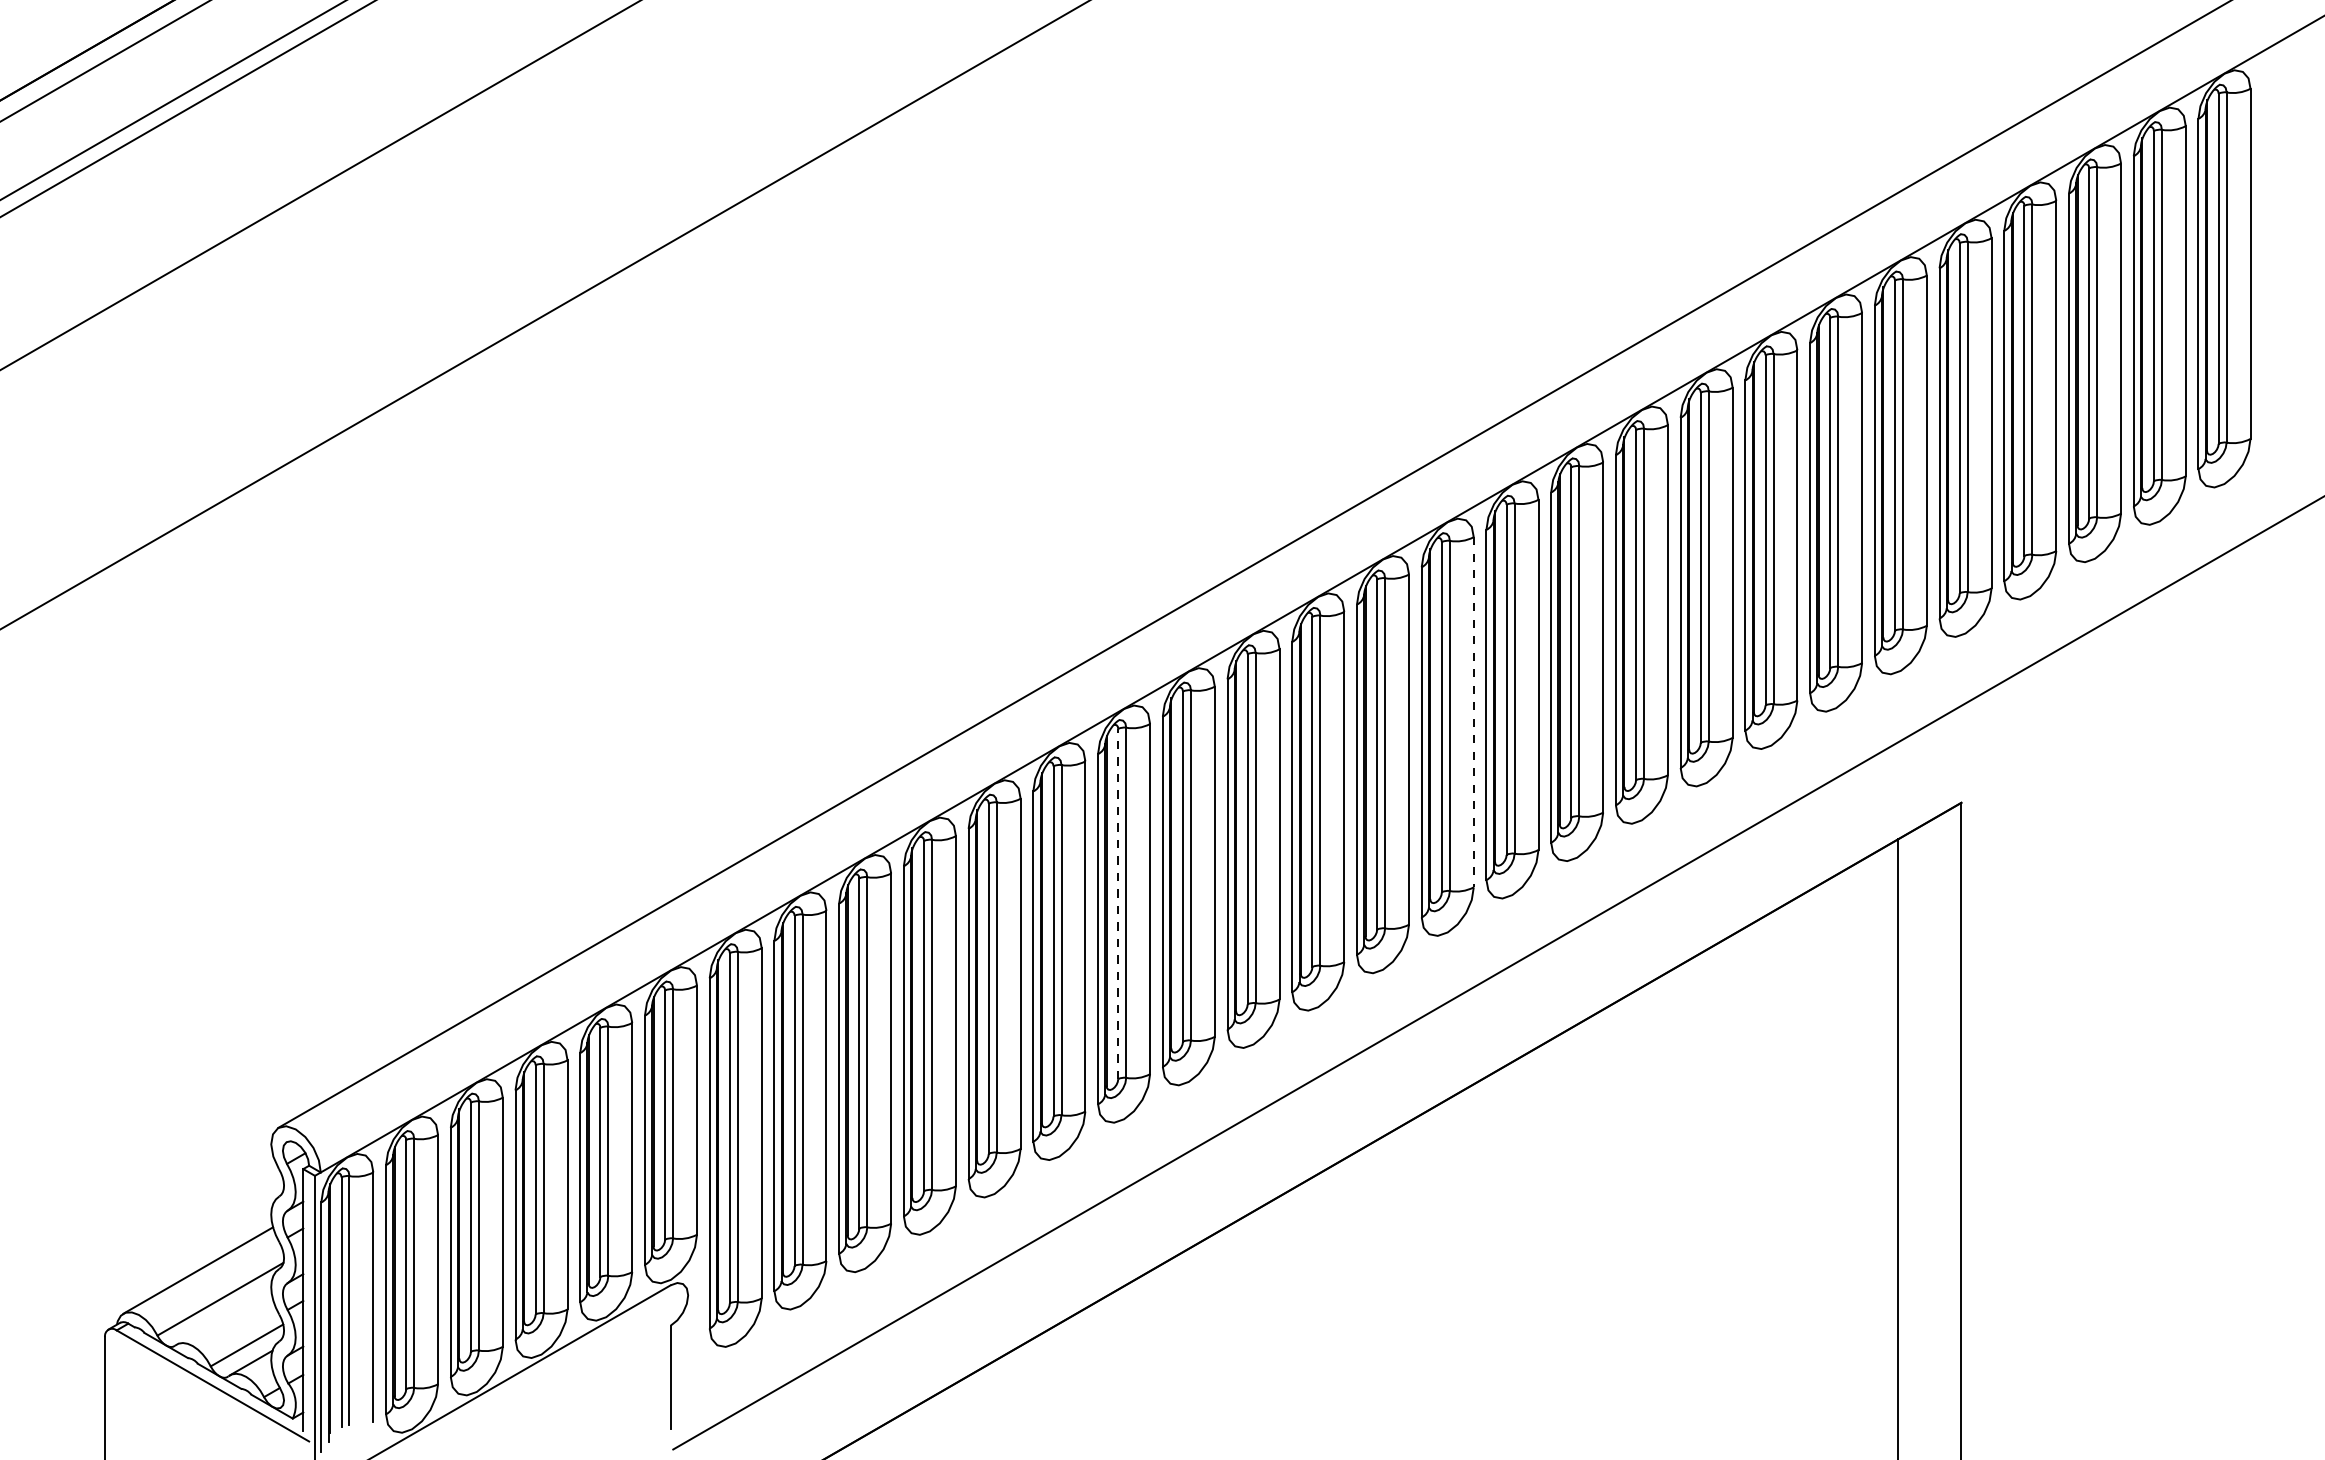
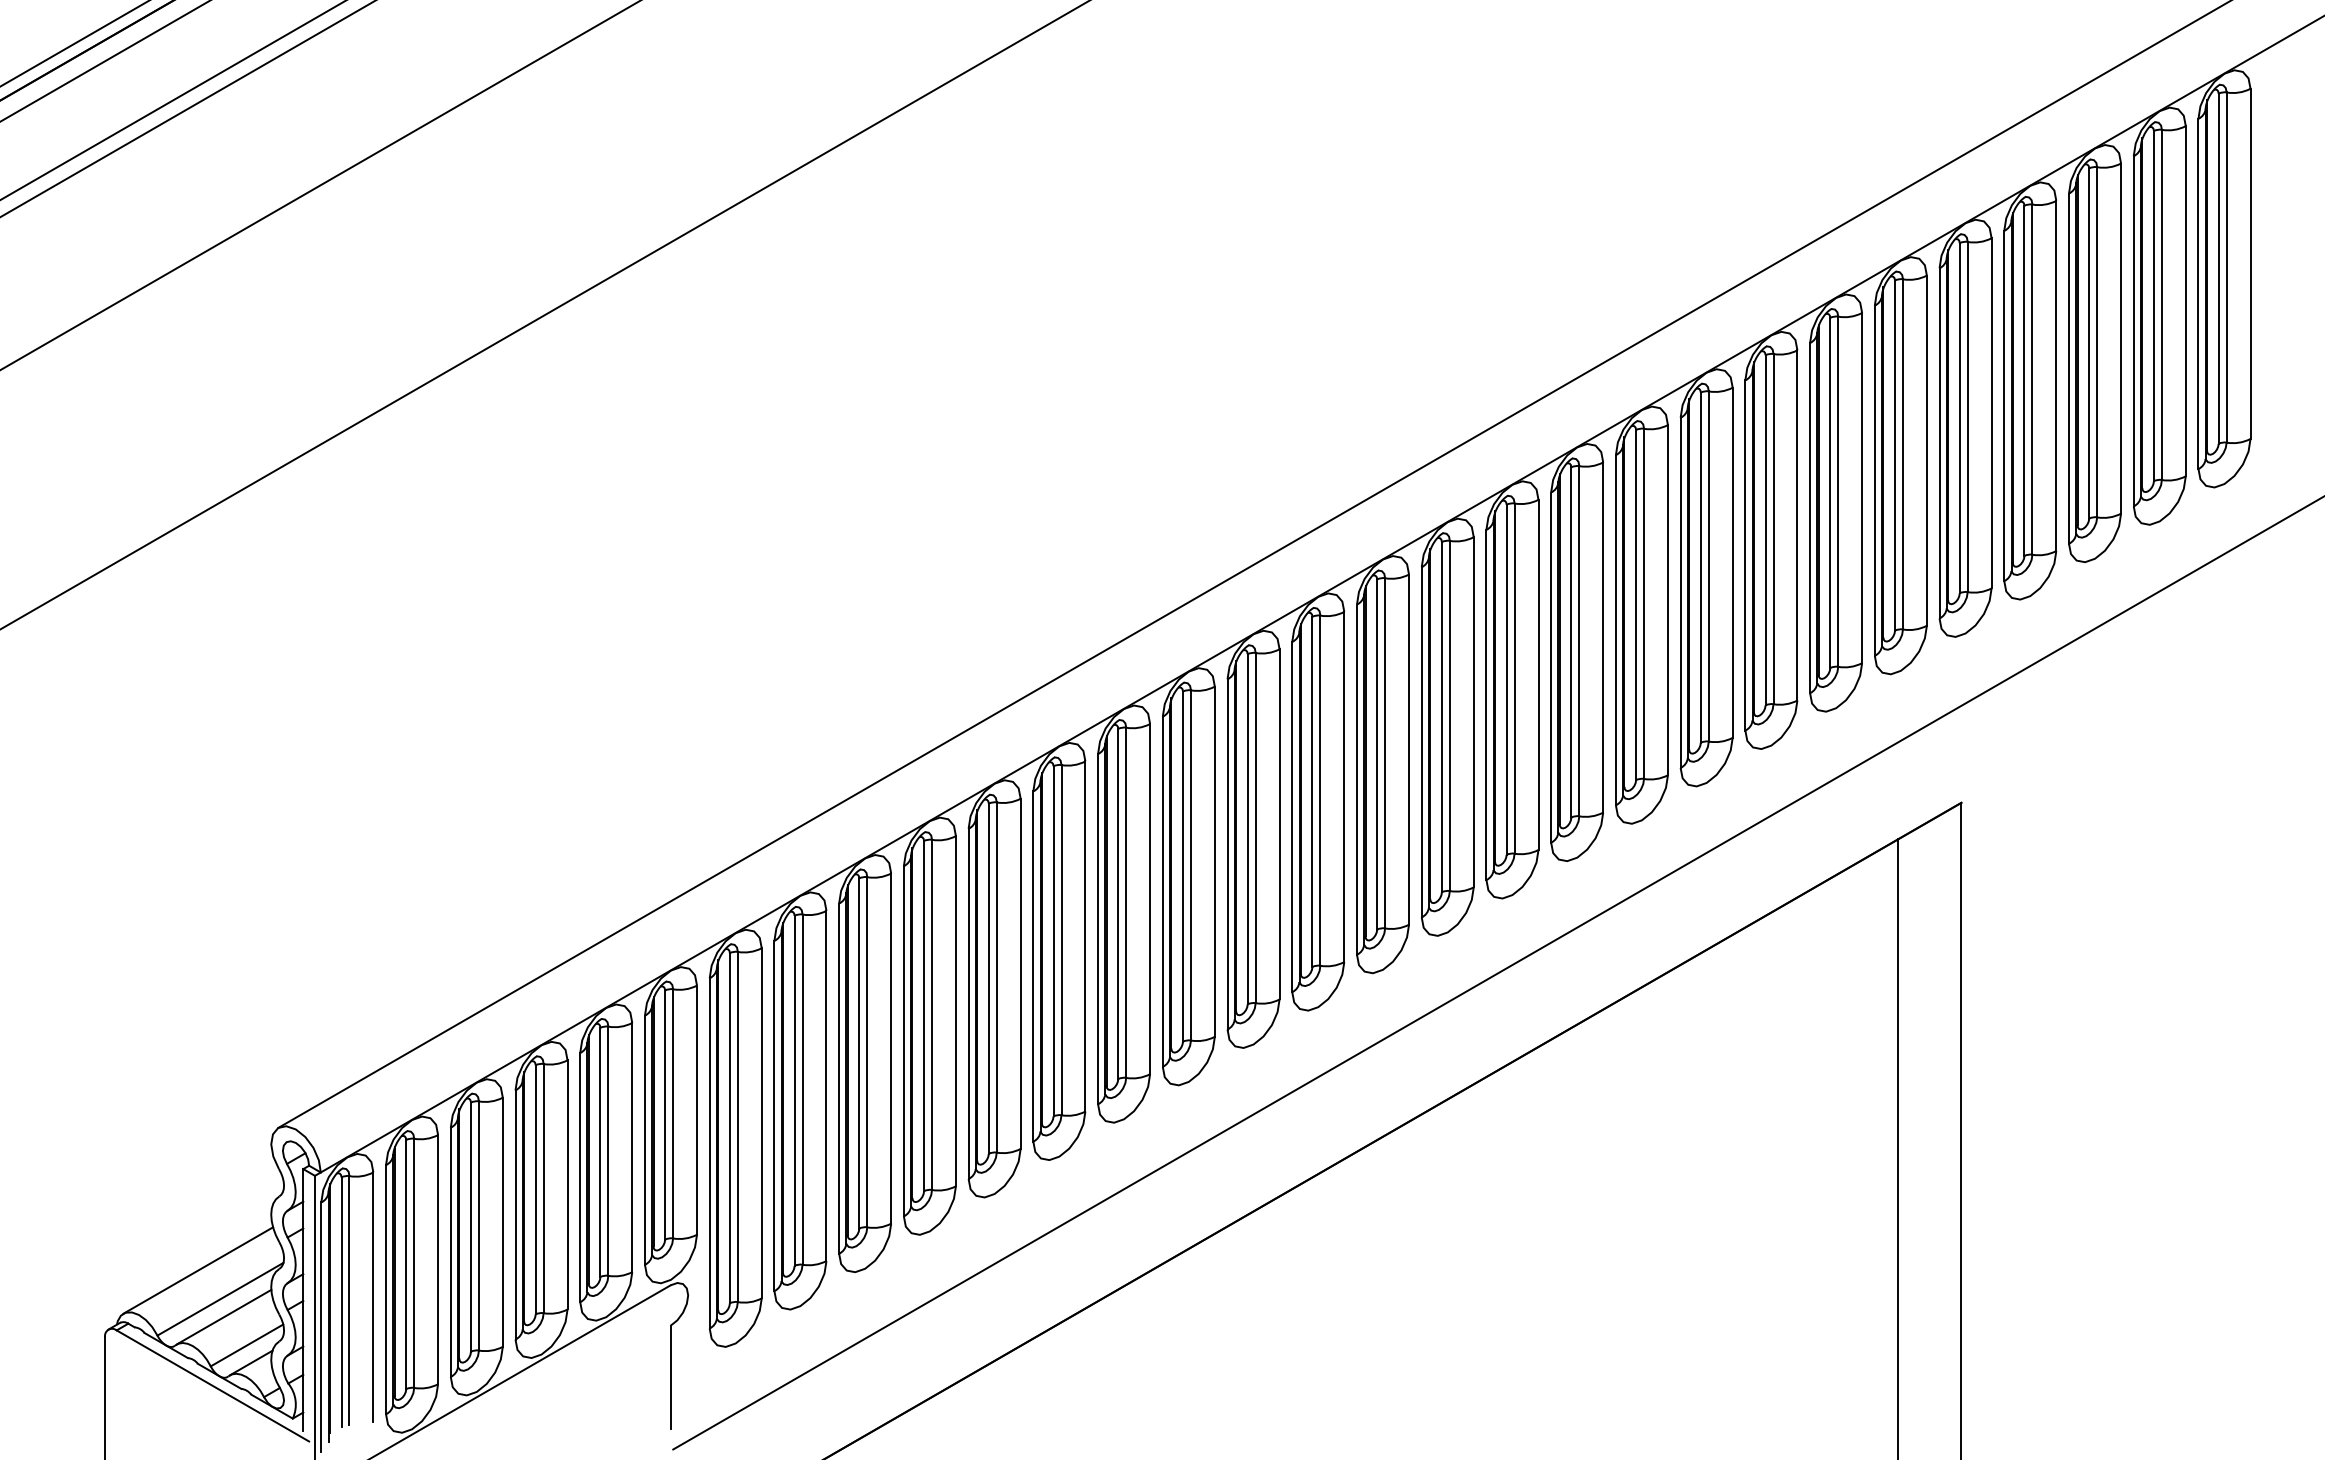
line at (74, 43): none -> present
line at (1473, 712): dashed -> solid
line at (1118, 903): dashed -> solid
line at (223, 1316): none -> present
